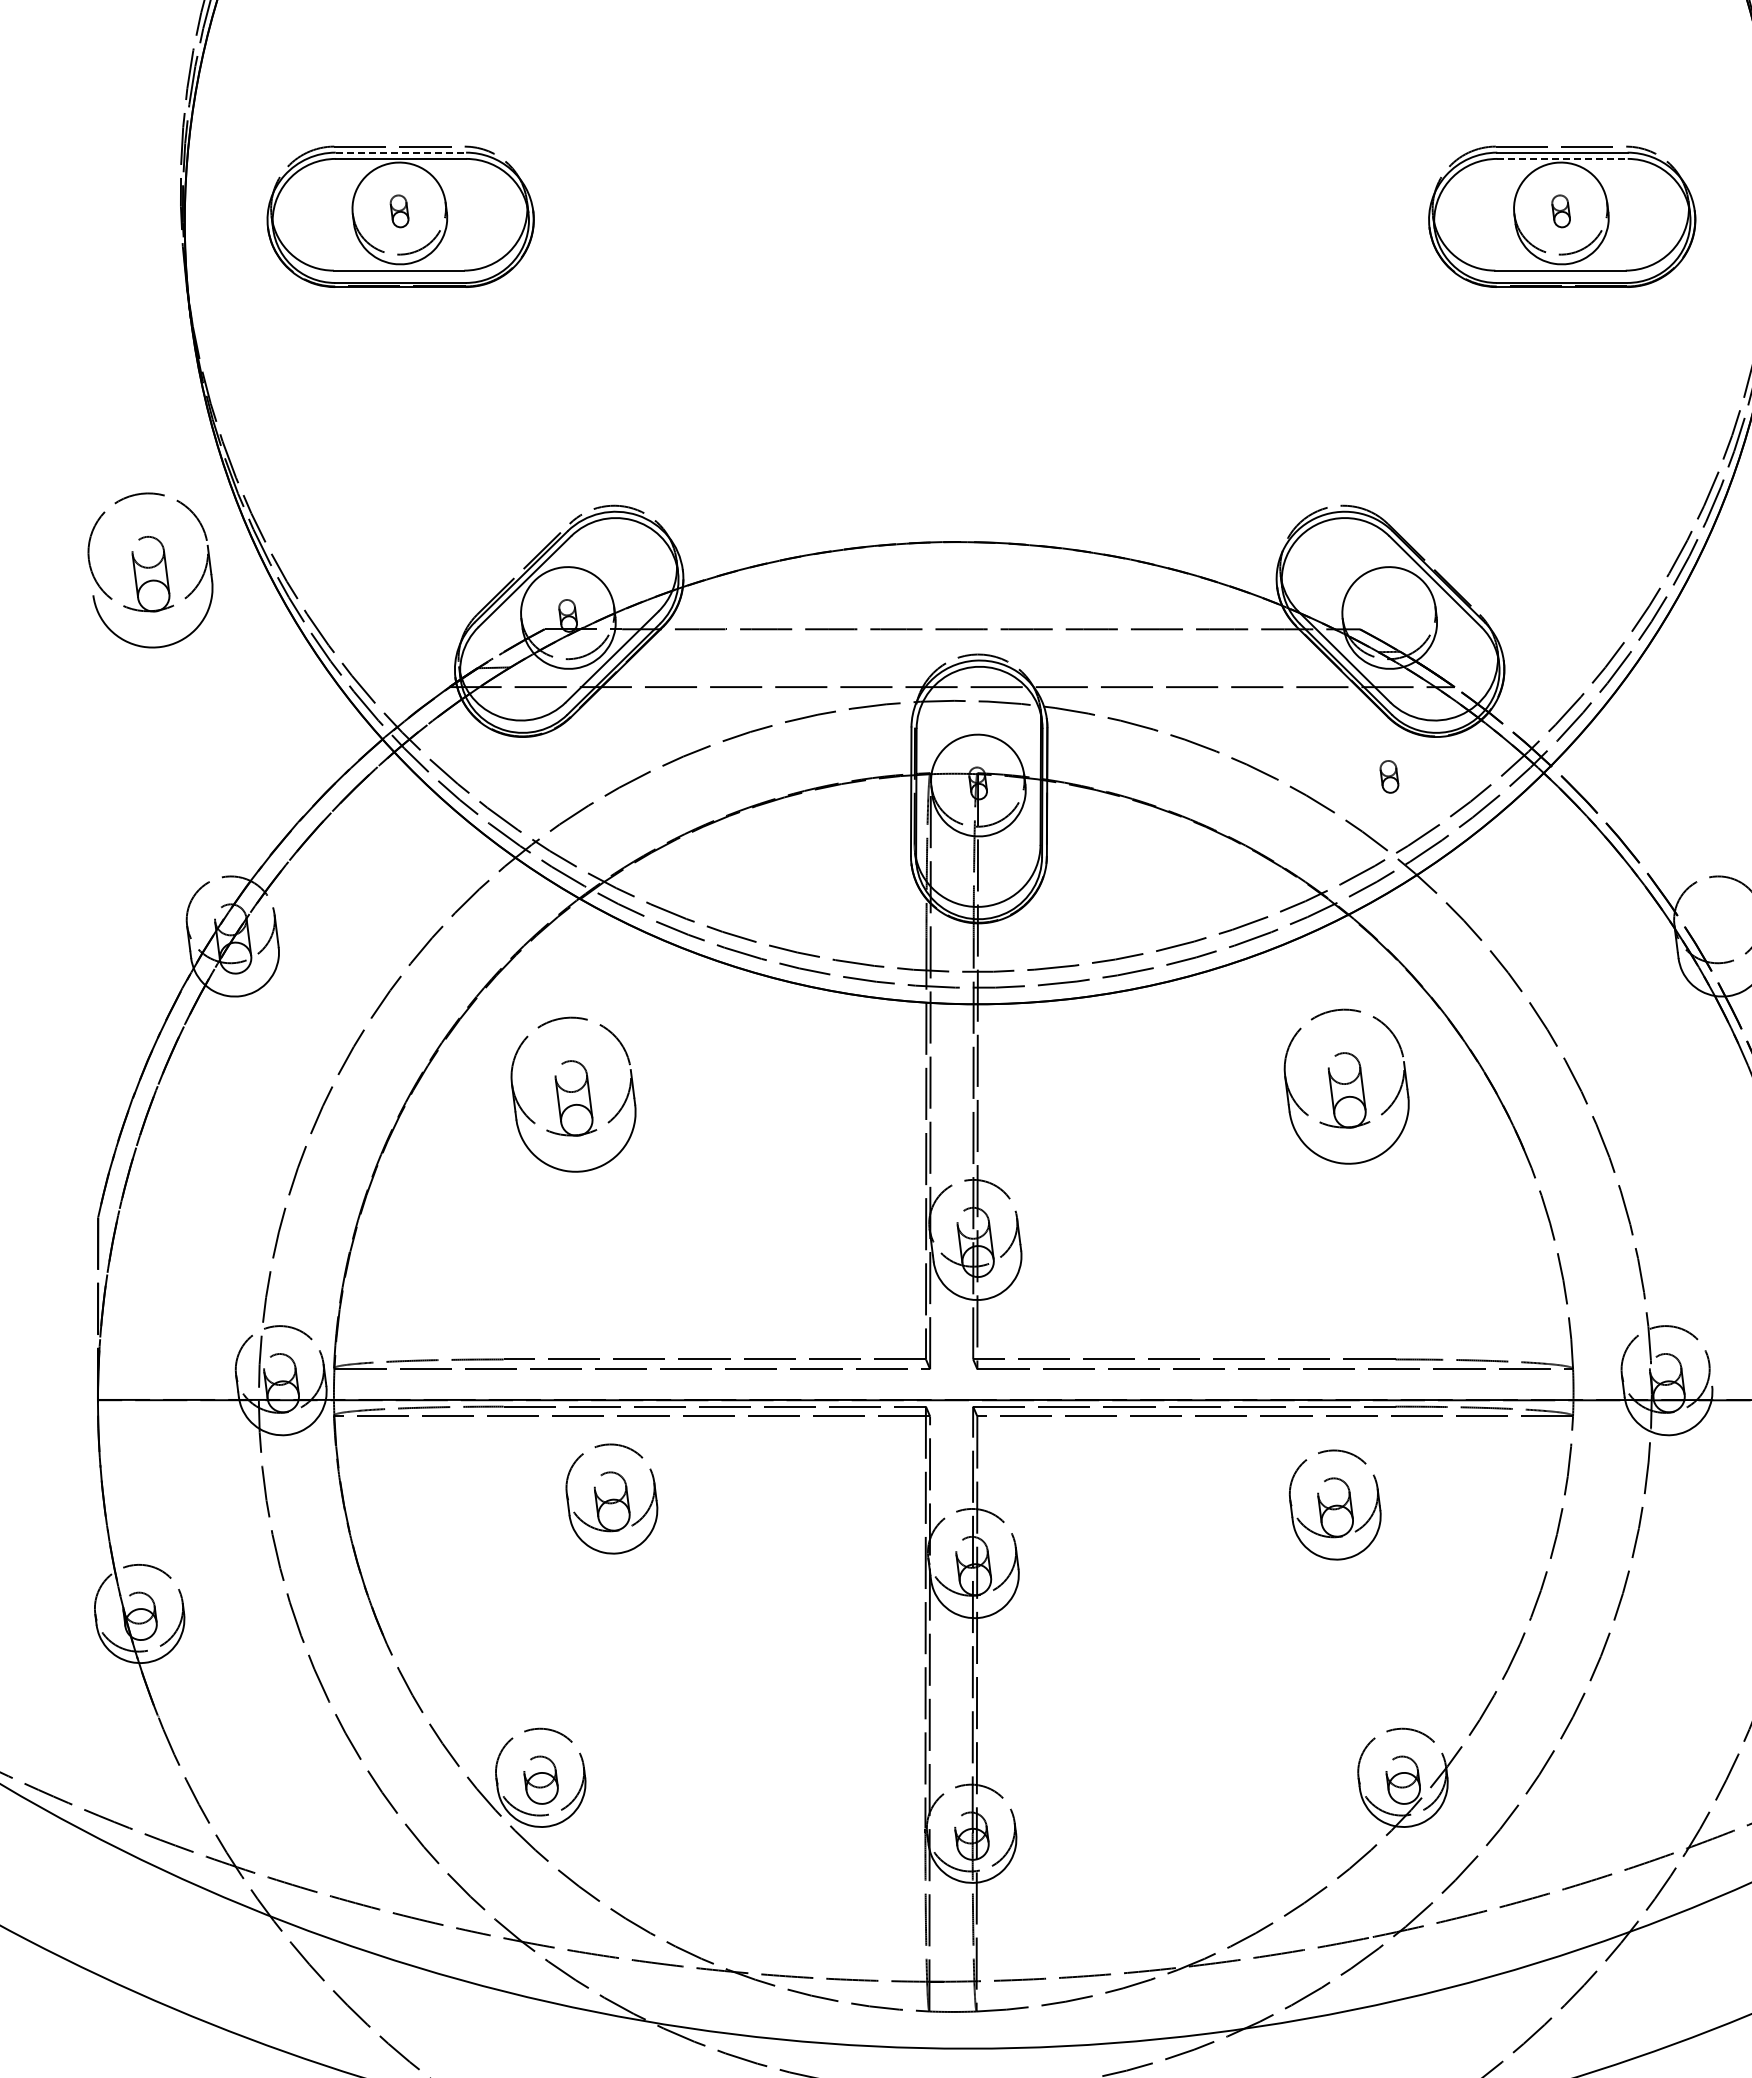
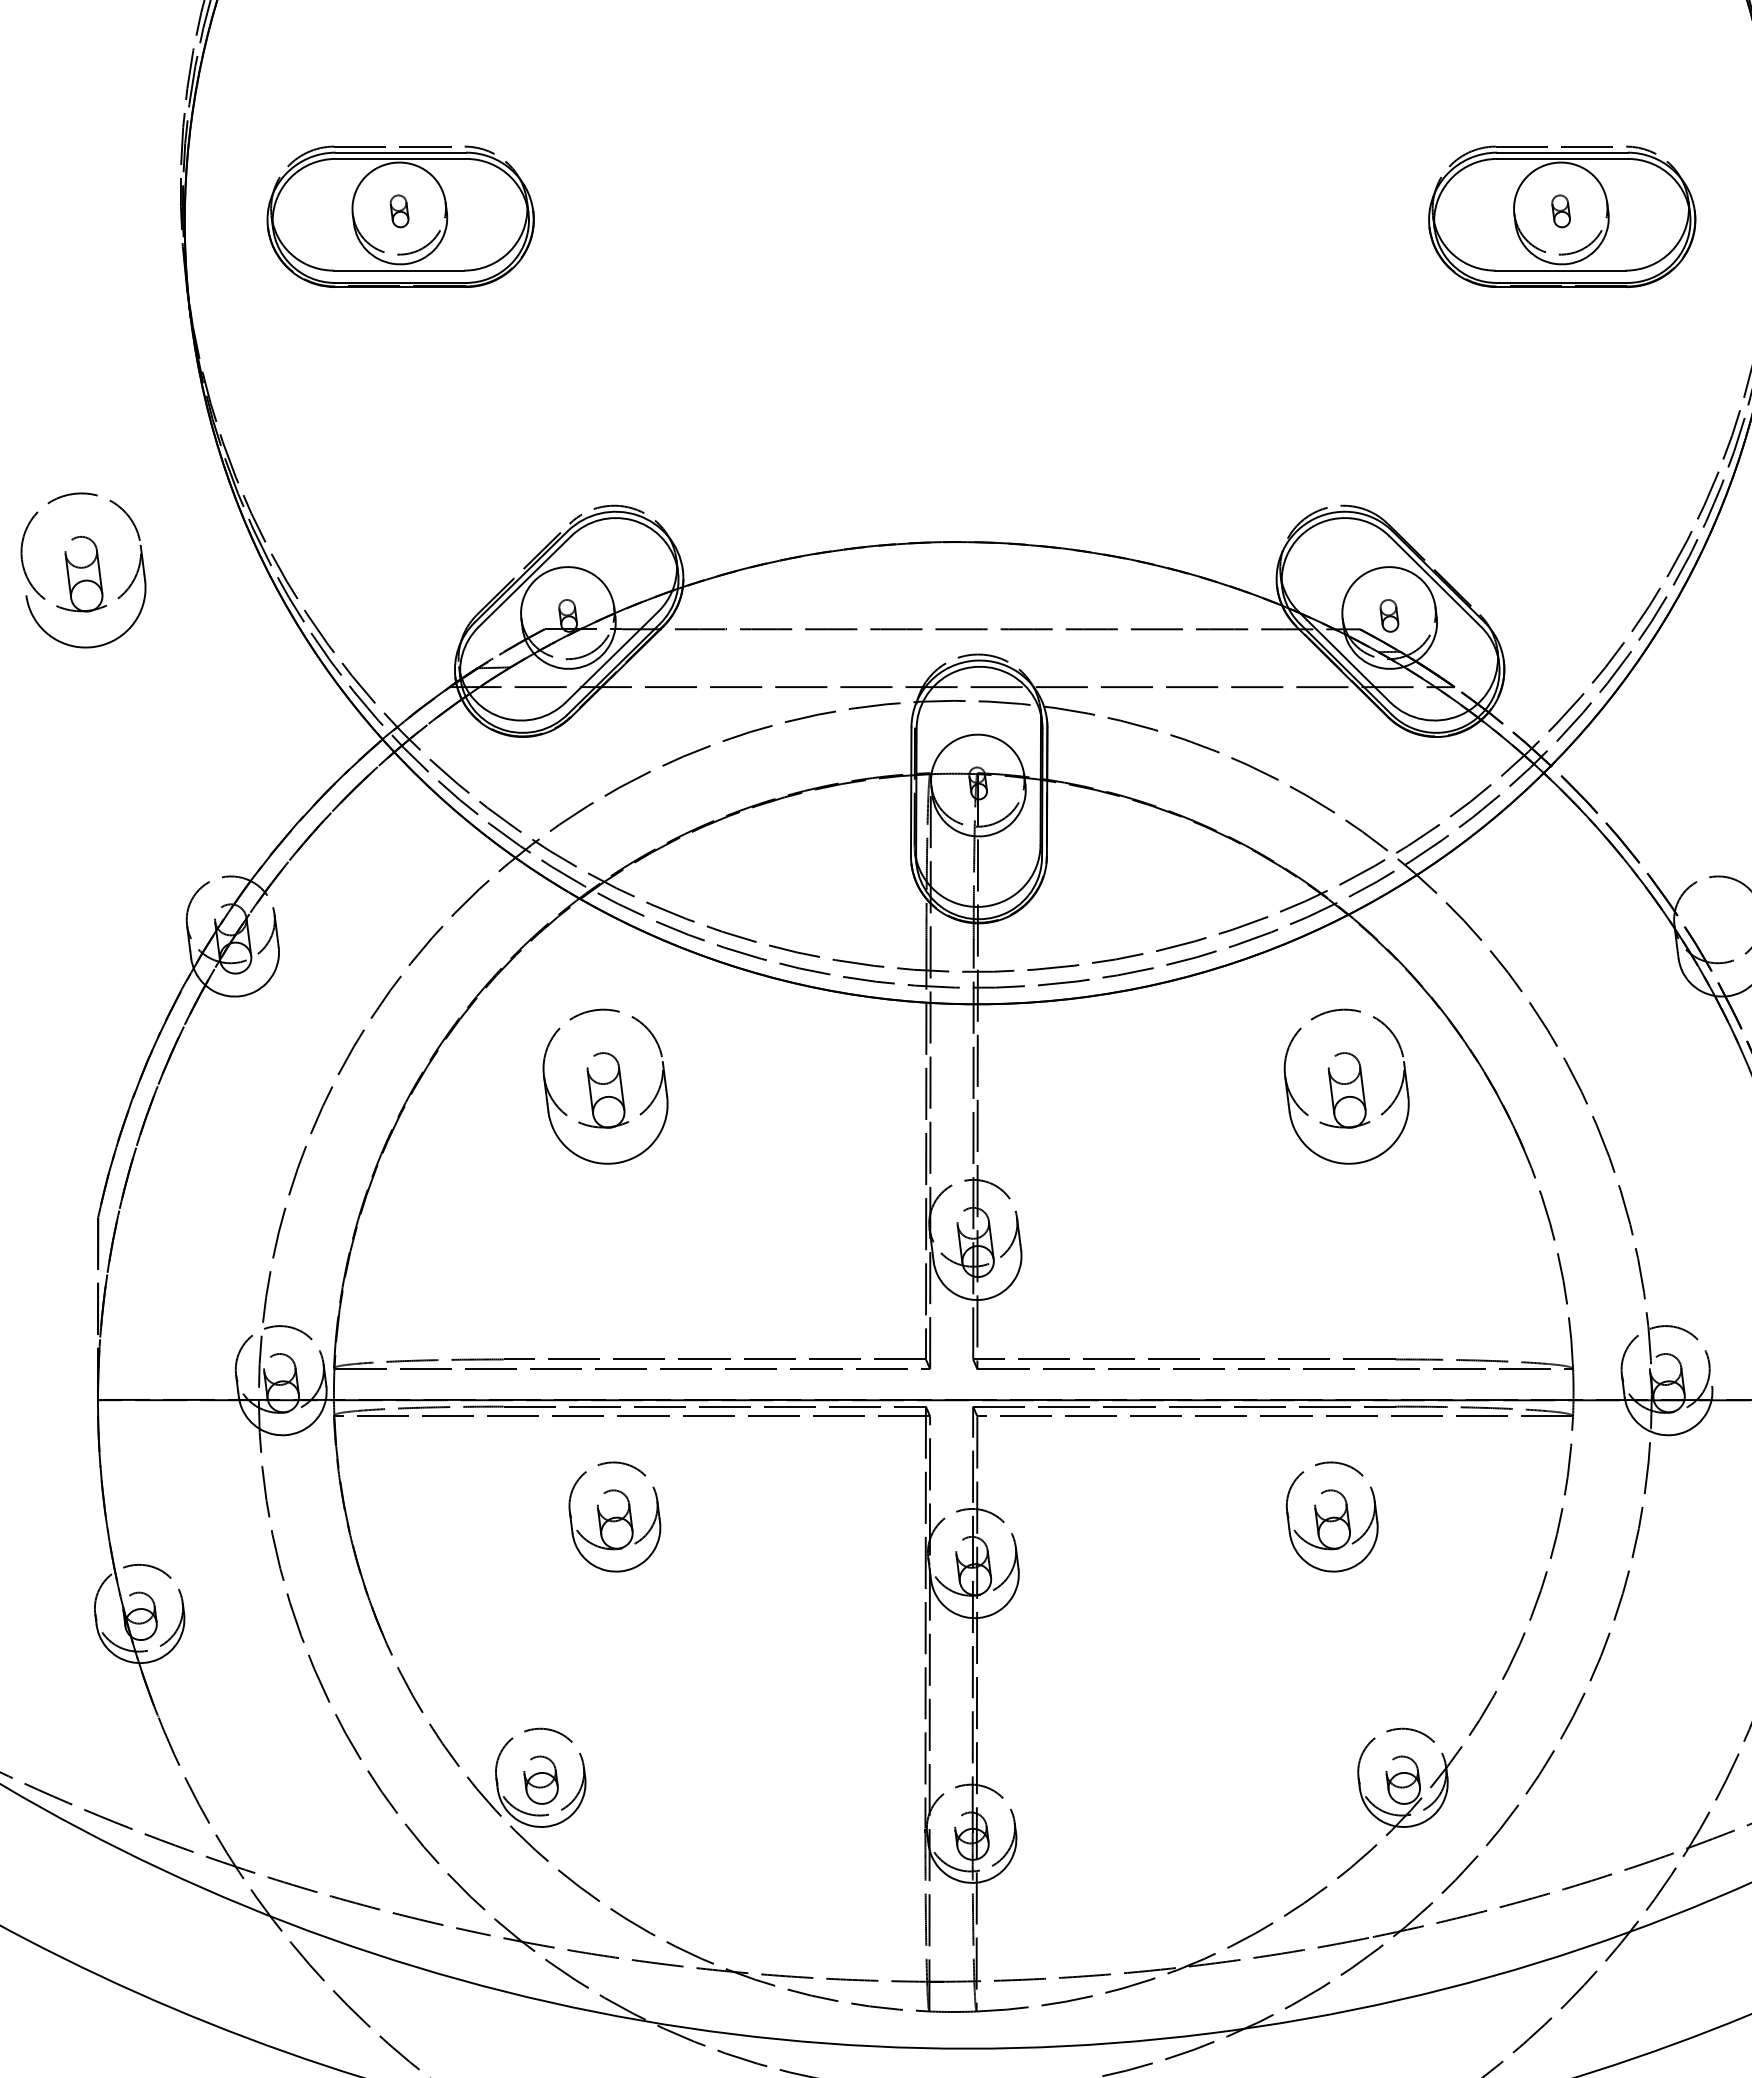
line at (401, 152): dashed -> solid
line at (1563, 158): dashed -> solid
part at (150, 570) position: (150, 570) -> (83, 570)
part at (1389, 776) position: (1389, 776) -> (1389, 615)
part at (573, 1094) position: (573, 1094) -> (605, 1086)
part at (611, 1498) position: (611, 1498) -> (614, 1516)
part at (1334, 1504) position: (1334, 1504) -> (1331, 1516)
